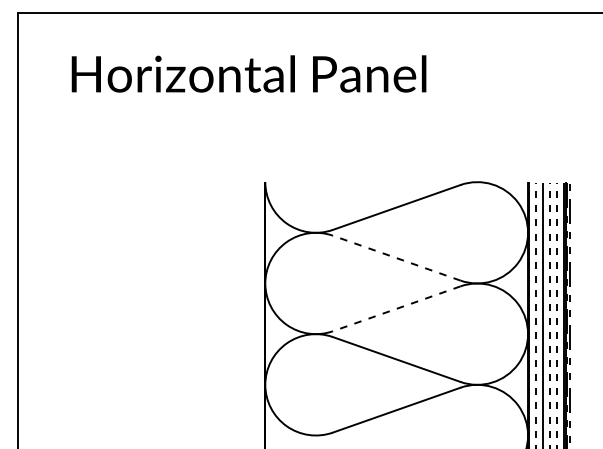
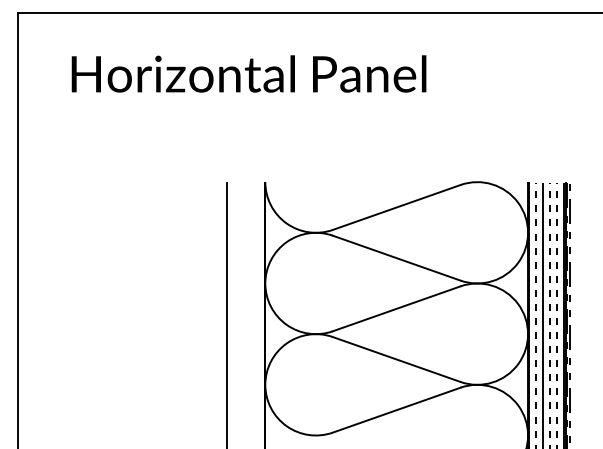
line at (396, 258): dashed -> solid
line at (396, 308): dashed -> solid
line at (227, 314): none -> present
